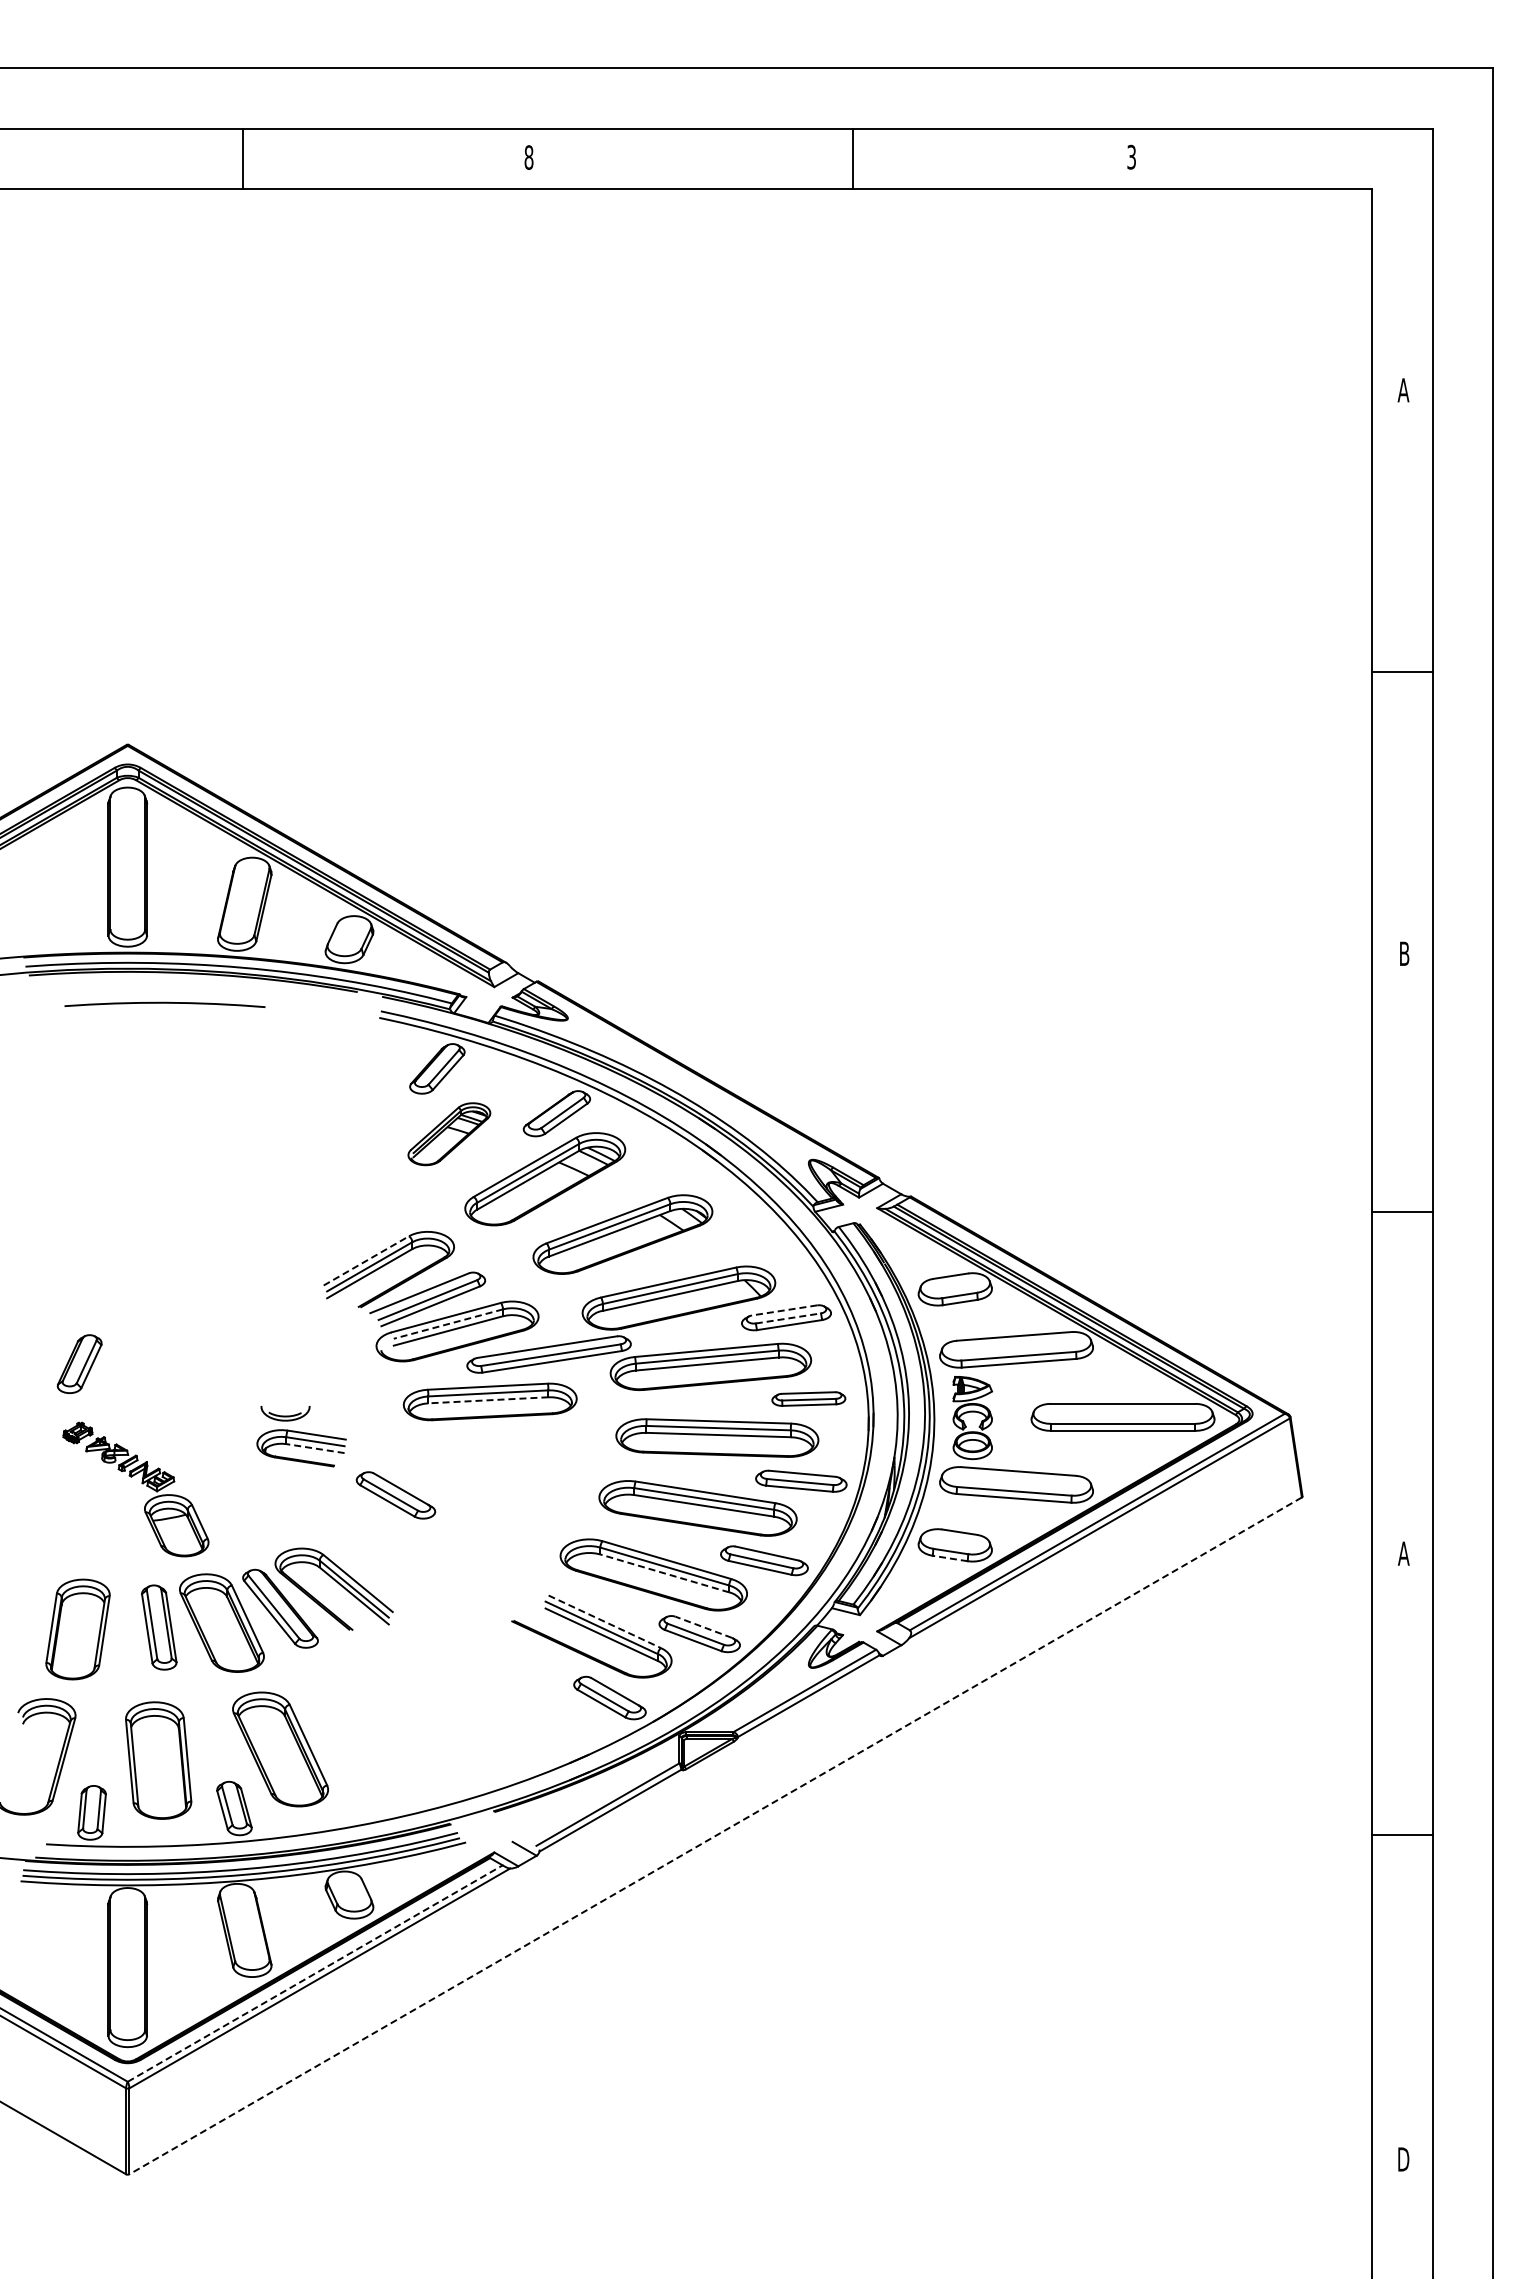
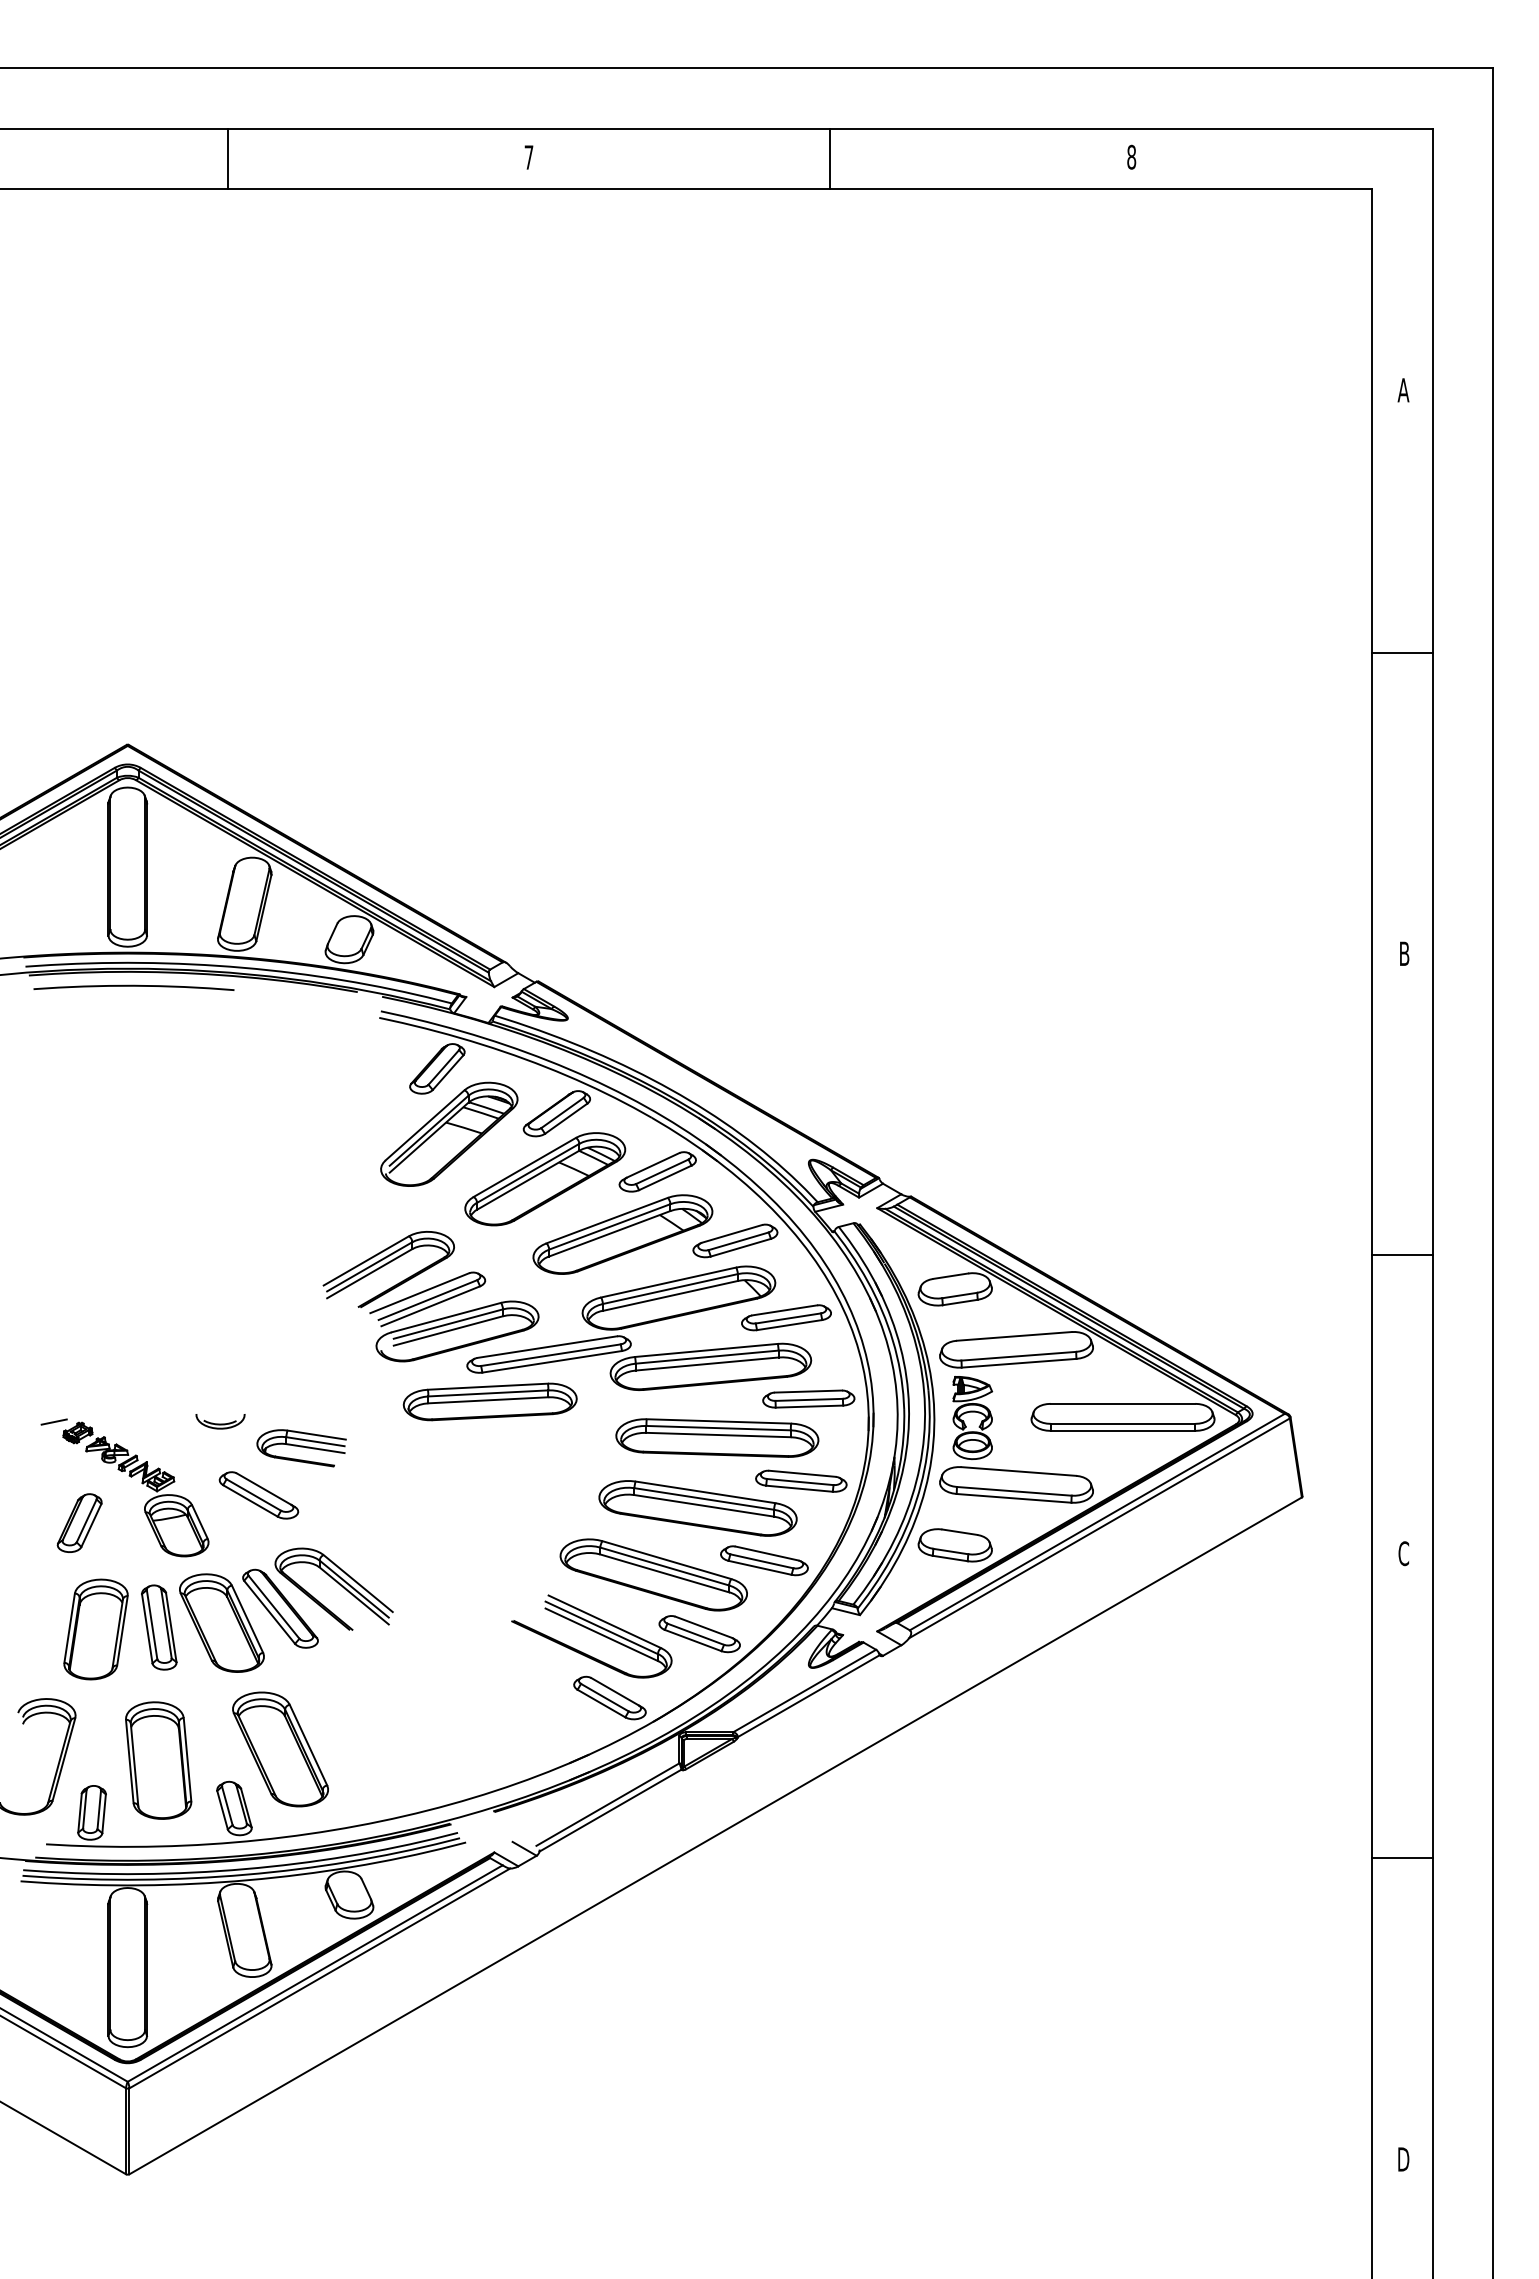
text at (1131, 156): 3 -> 8
text at (528, 157): 8 -> 7
line at (242, 158) position: (242, 158) -> (227, 158)
line at (853, 158) position: (853, 158) -> (830, 158)
line at (1402, 671) position: (1402, 671) -> (1402, 652)
curve at (164, 1003) position: (164, 1003) -> (133, 986)
part at (449, 1134) size: 85x65 px -> 139x106 px
part at (657, 1171): none -> present
line at (1402, 1212) position: (1402, 1212) -> (1402, 1255)
part at (735, 1240): none -> present
line at (366, 1260): dashed -> solid
line at (784, 1310): dashed -> solid
line at (788, 1318): dashed -> solid
line at (448, 1324): dashed -> solid
part at (79, 1363) position: (79, 1363) -> (79, 1522)
part at (808, 1398) size: 76x16 px -> 94x20 px
line at (487, 1400): dashed -> solid
part at (285, 1413) position: (285, 1413) -> (220, 1421)
line at (53, 1421): none -> present
line at (315, 1448): dashed -> solid
part at (395, 1495) position: (395, 1495) -> (258, 1495)
text at (1403, 1553): A -> C
line at (950, 1558): dashed -> solid
line at (664, 1573): dashed -> solid
line at (605, 1622): dashed -> solid
line at (703, 1627): dashed -> solid
part at (77, 1629) position: (77, 1629) -> (95, 1629)
line at (1402, 1834) position: (1402, 1834) -> (1402, 1857)
line at (715, 1835): dashed -> solid
line at (315, 1973): dashed -> solid
